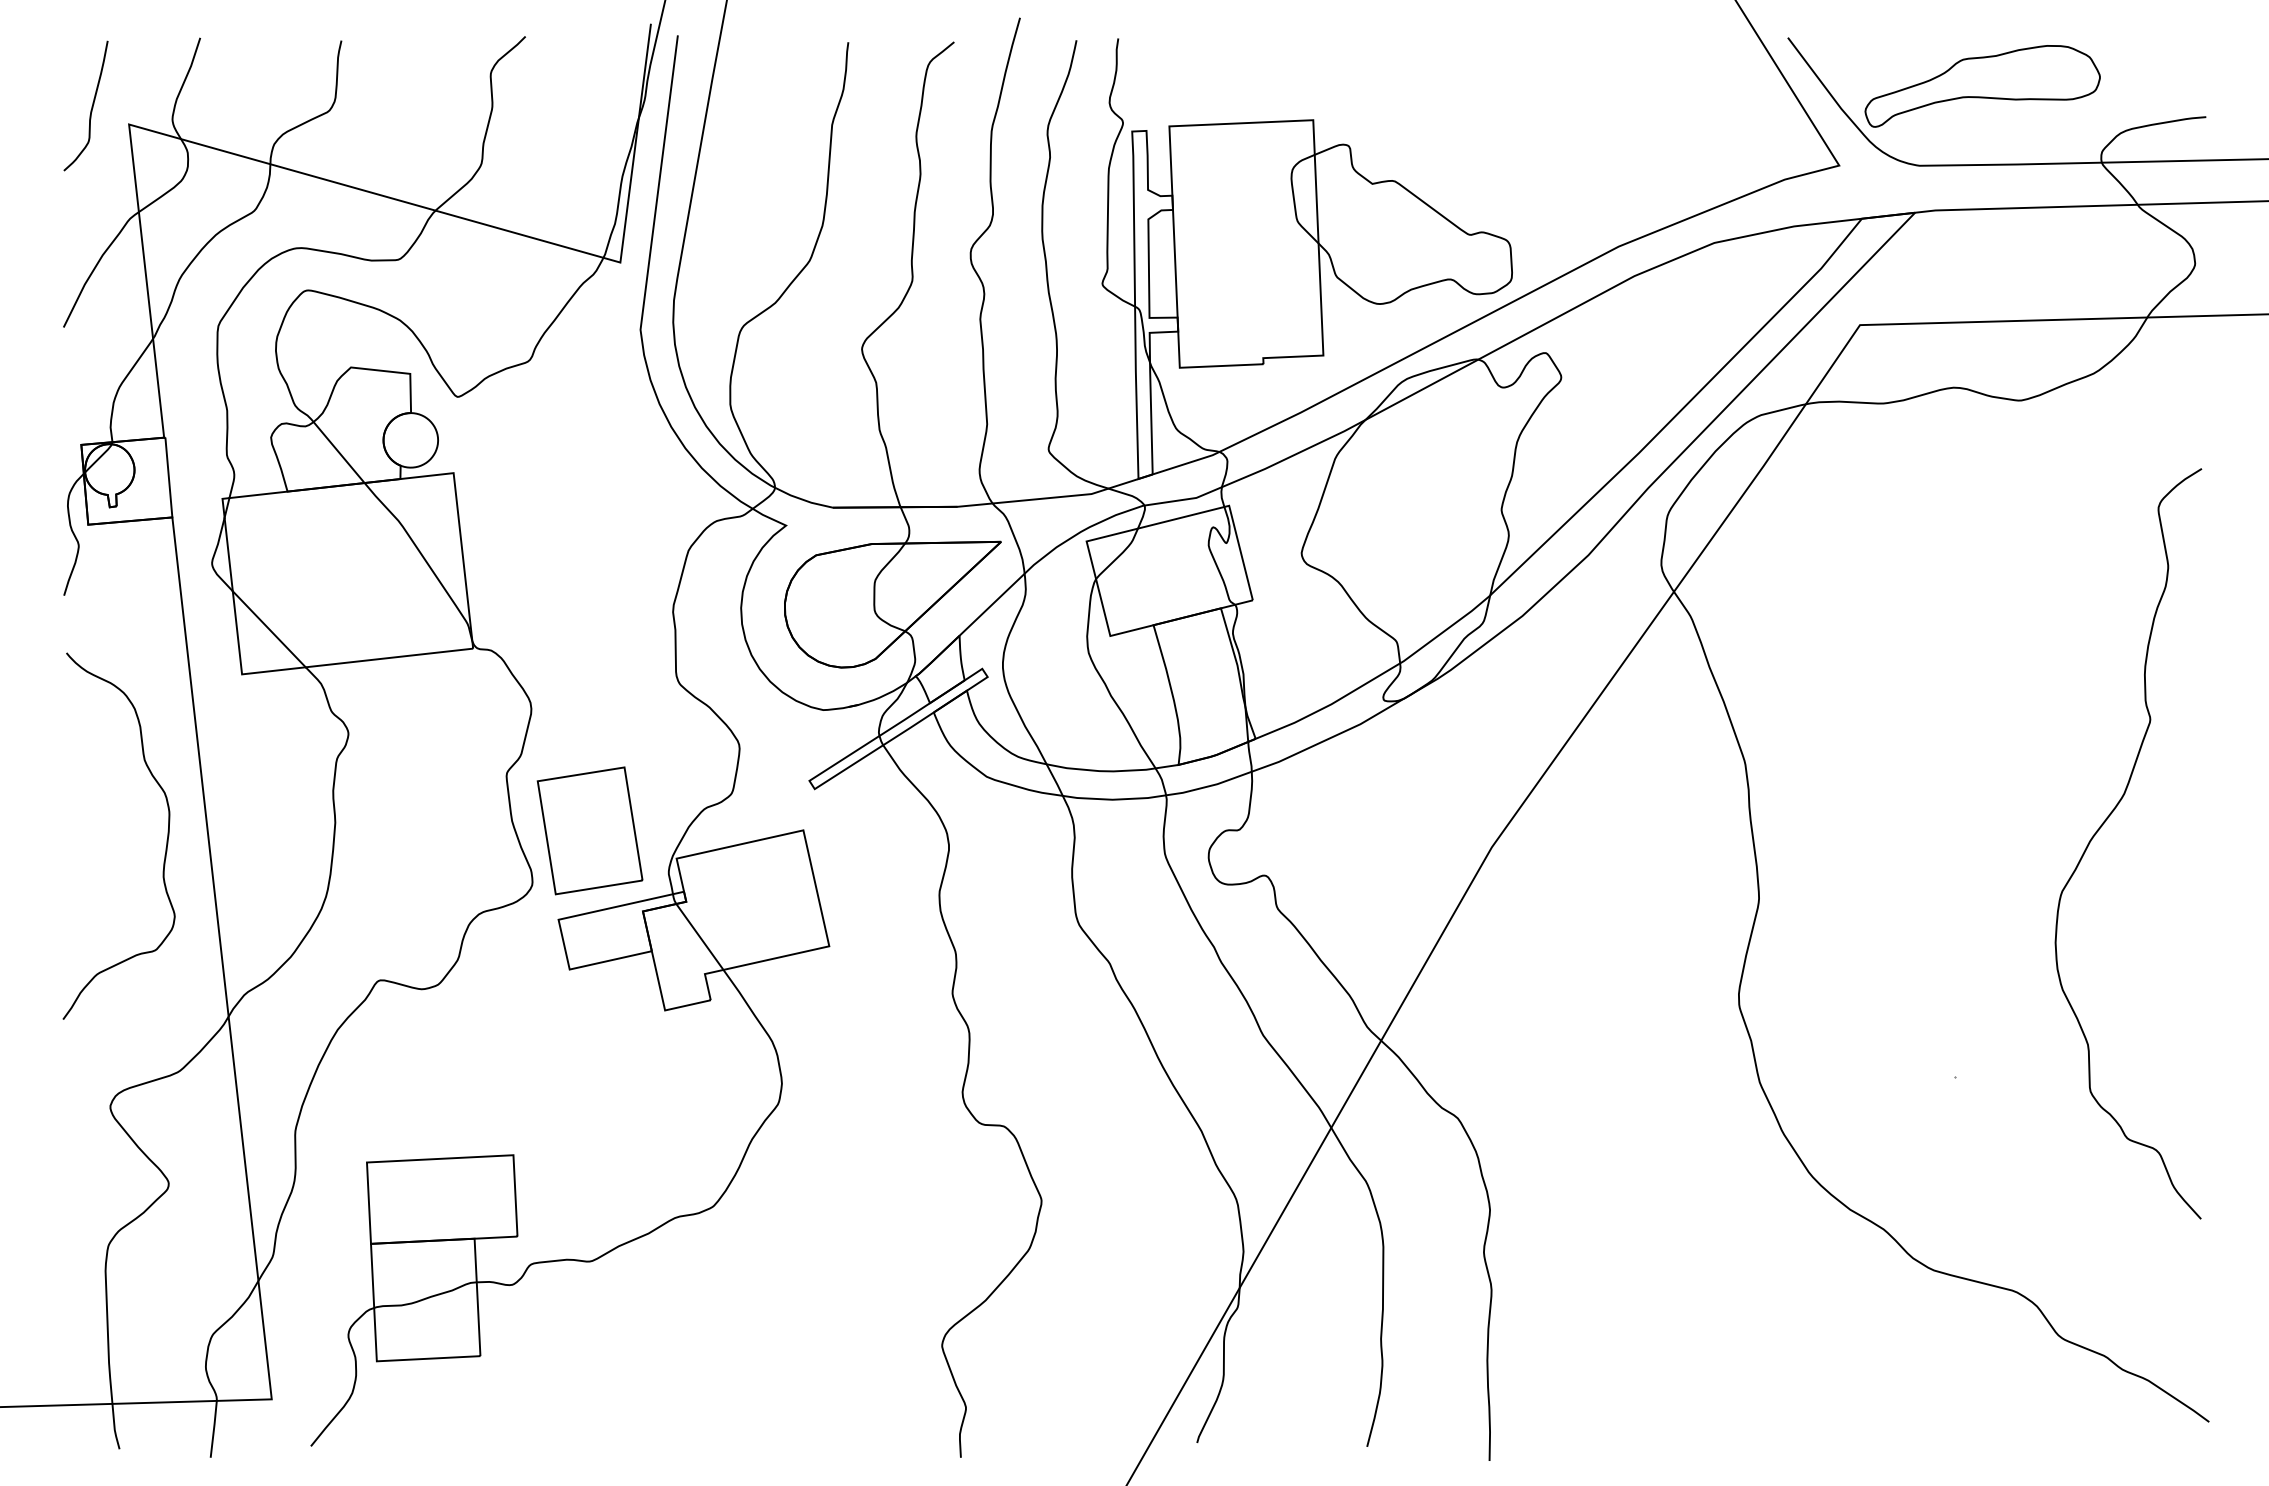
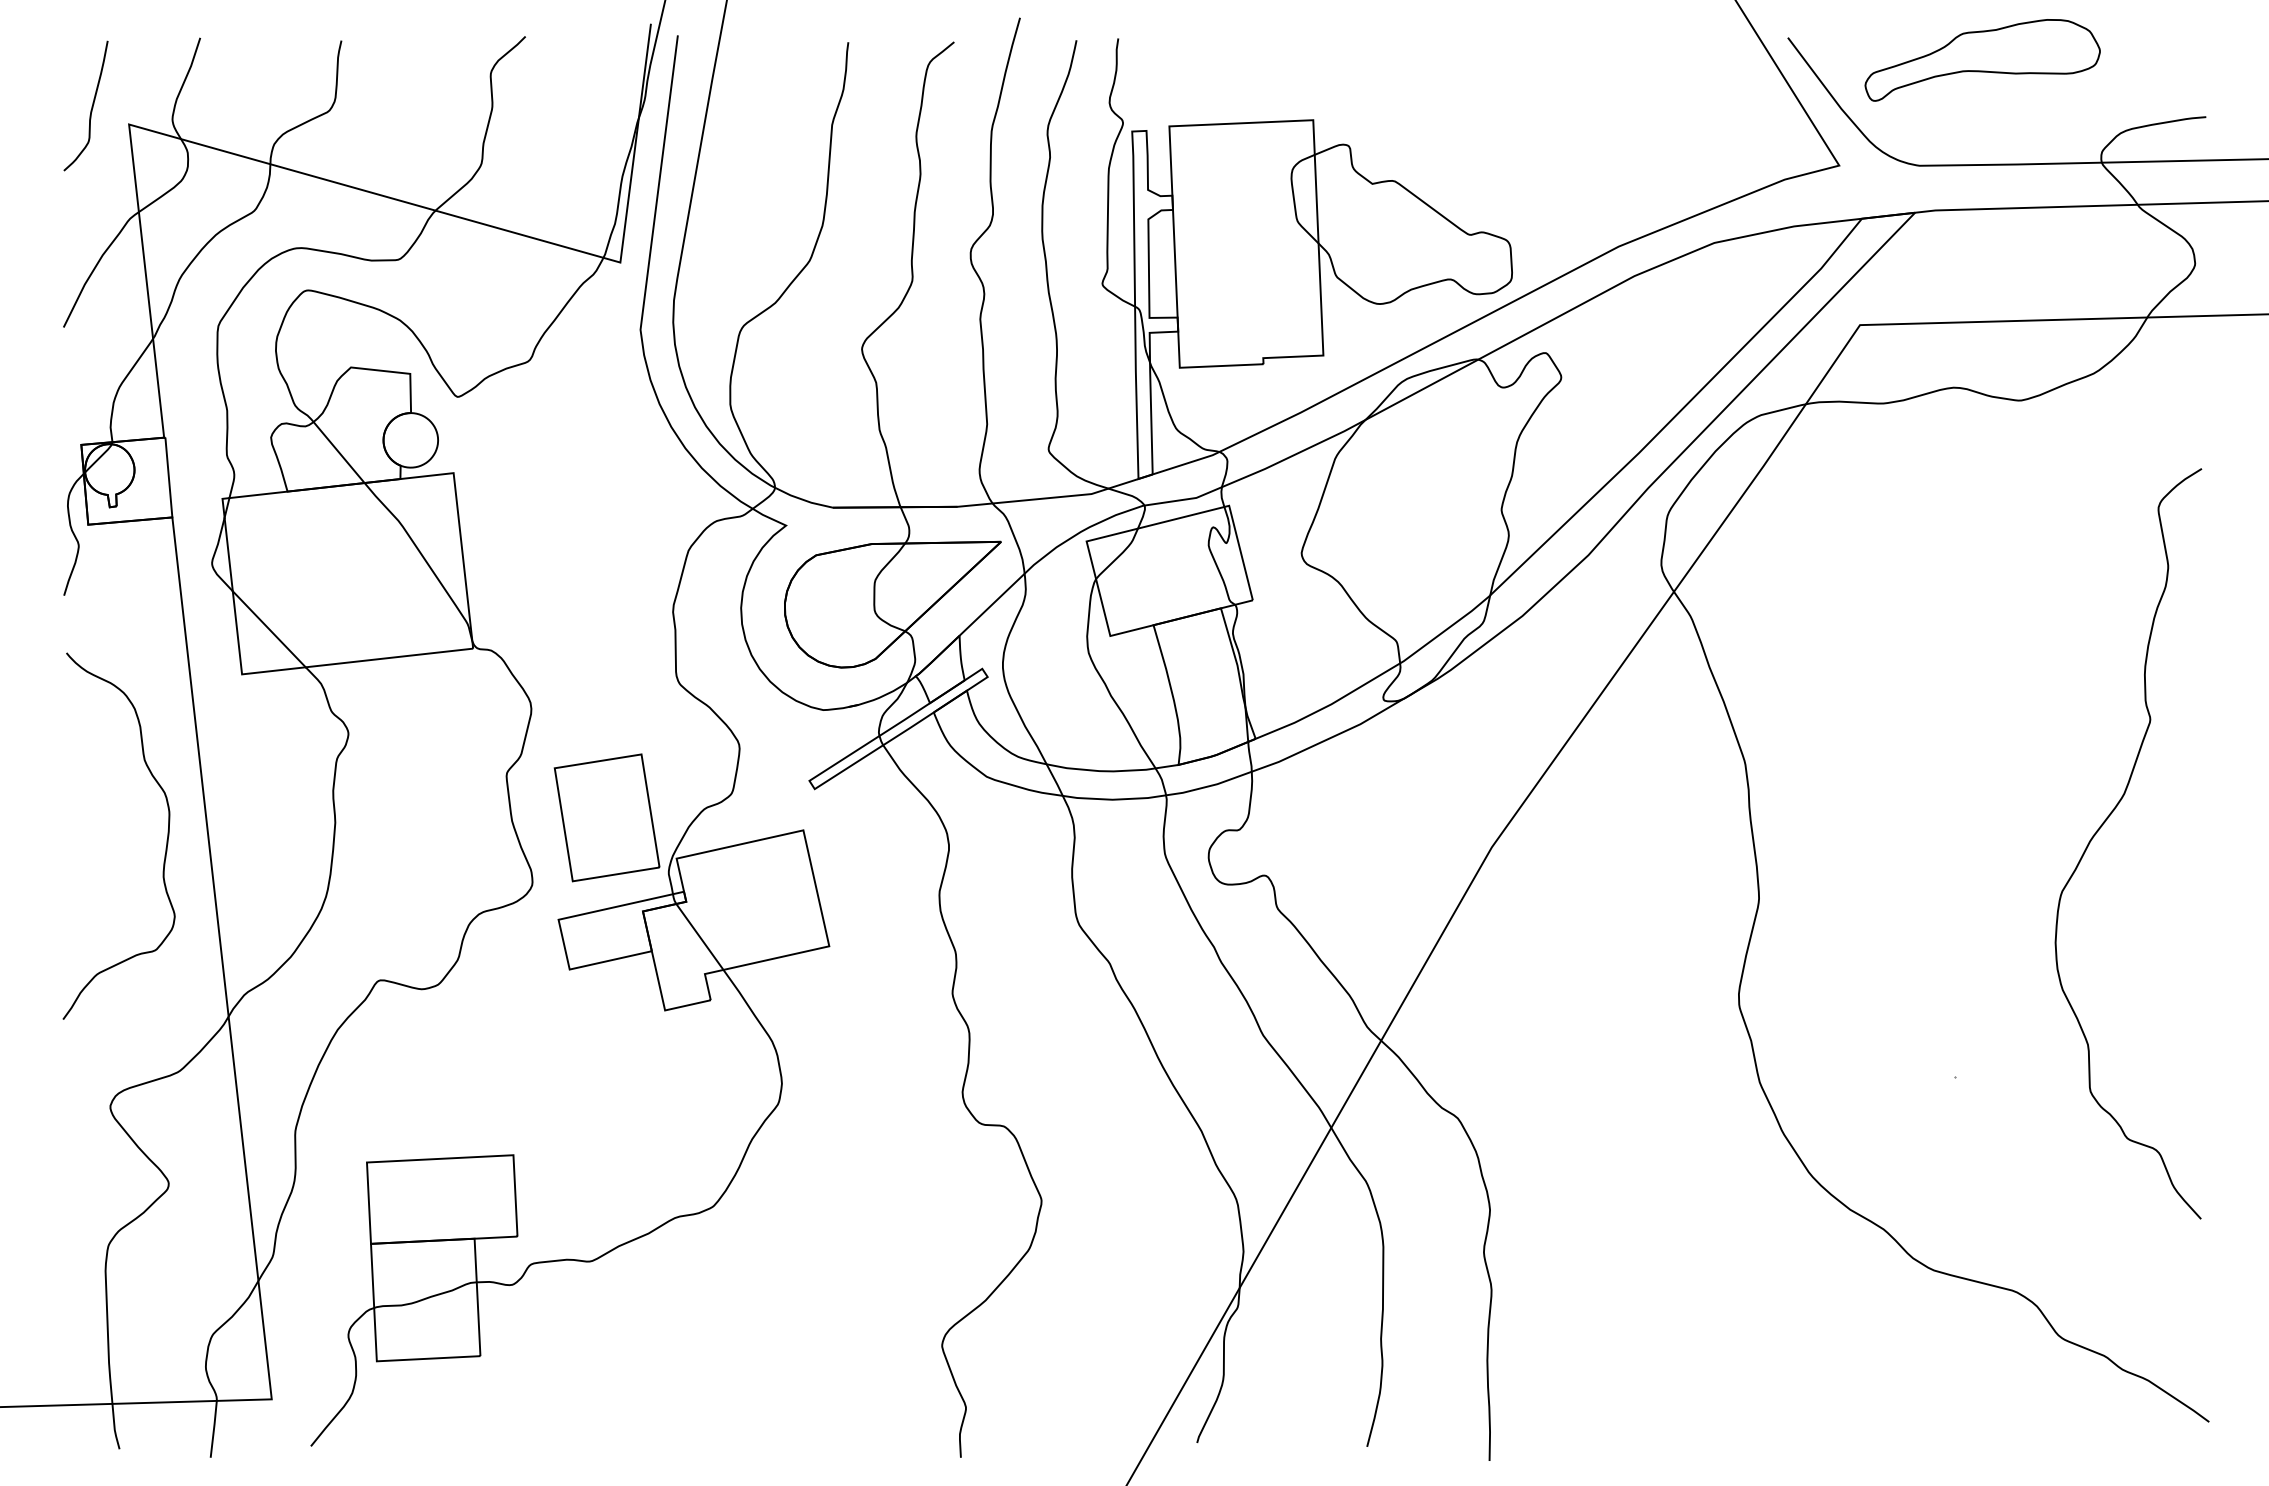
part at (1982, 86) position: (1982, 86) -> (1982, 60)
part at (589, 830) position: (589, 830) -> (606, 817)
